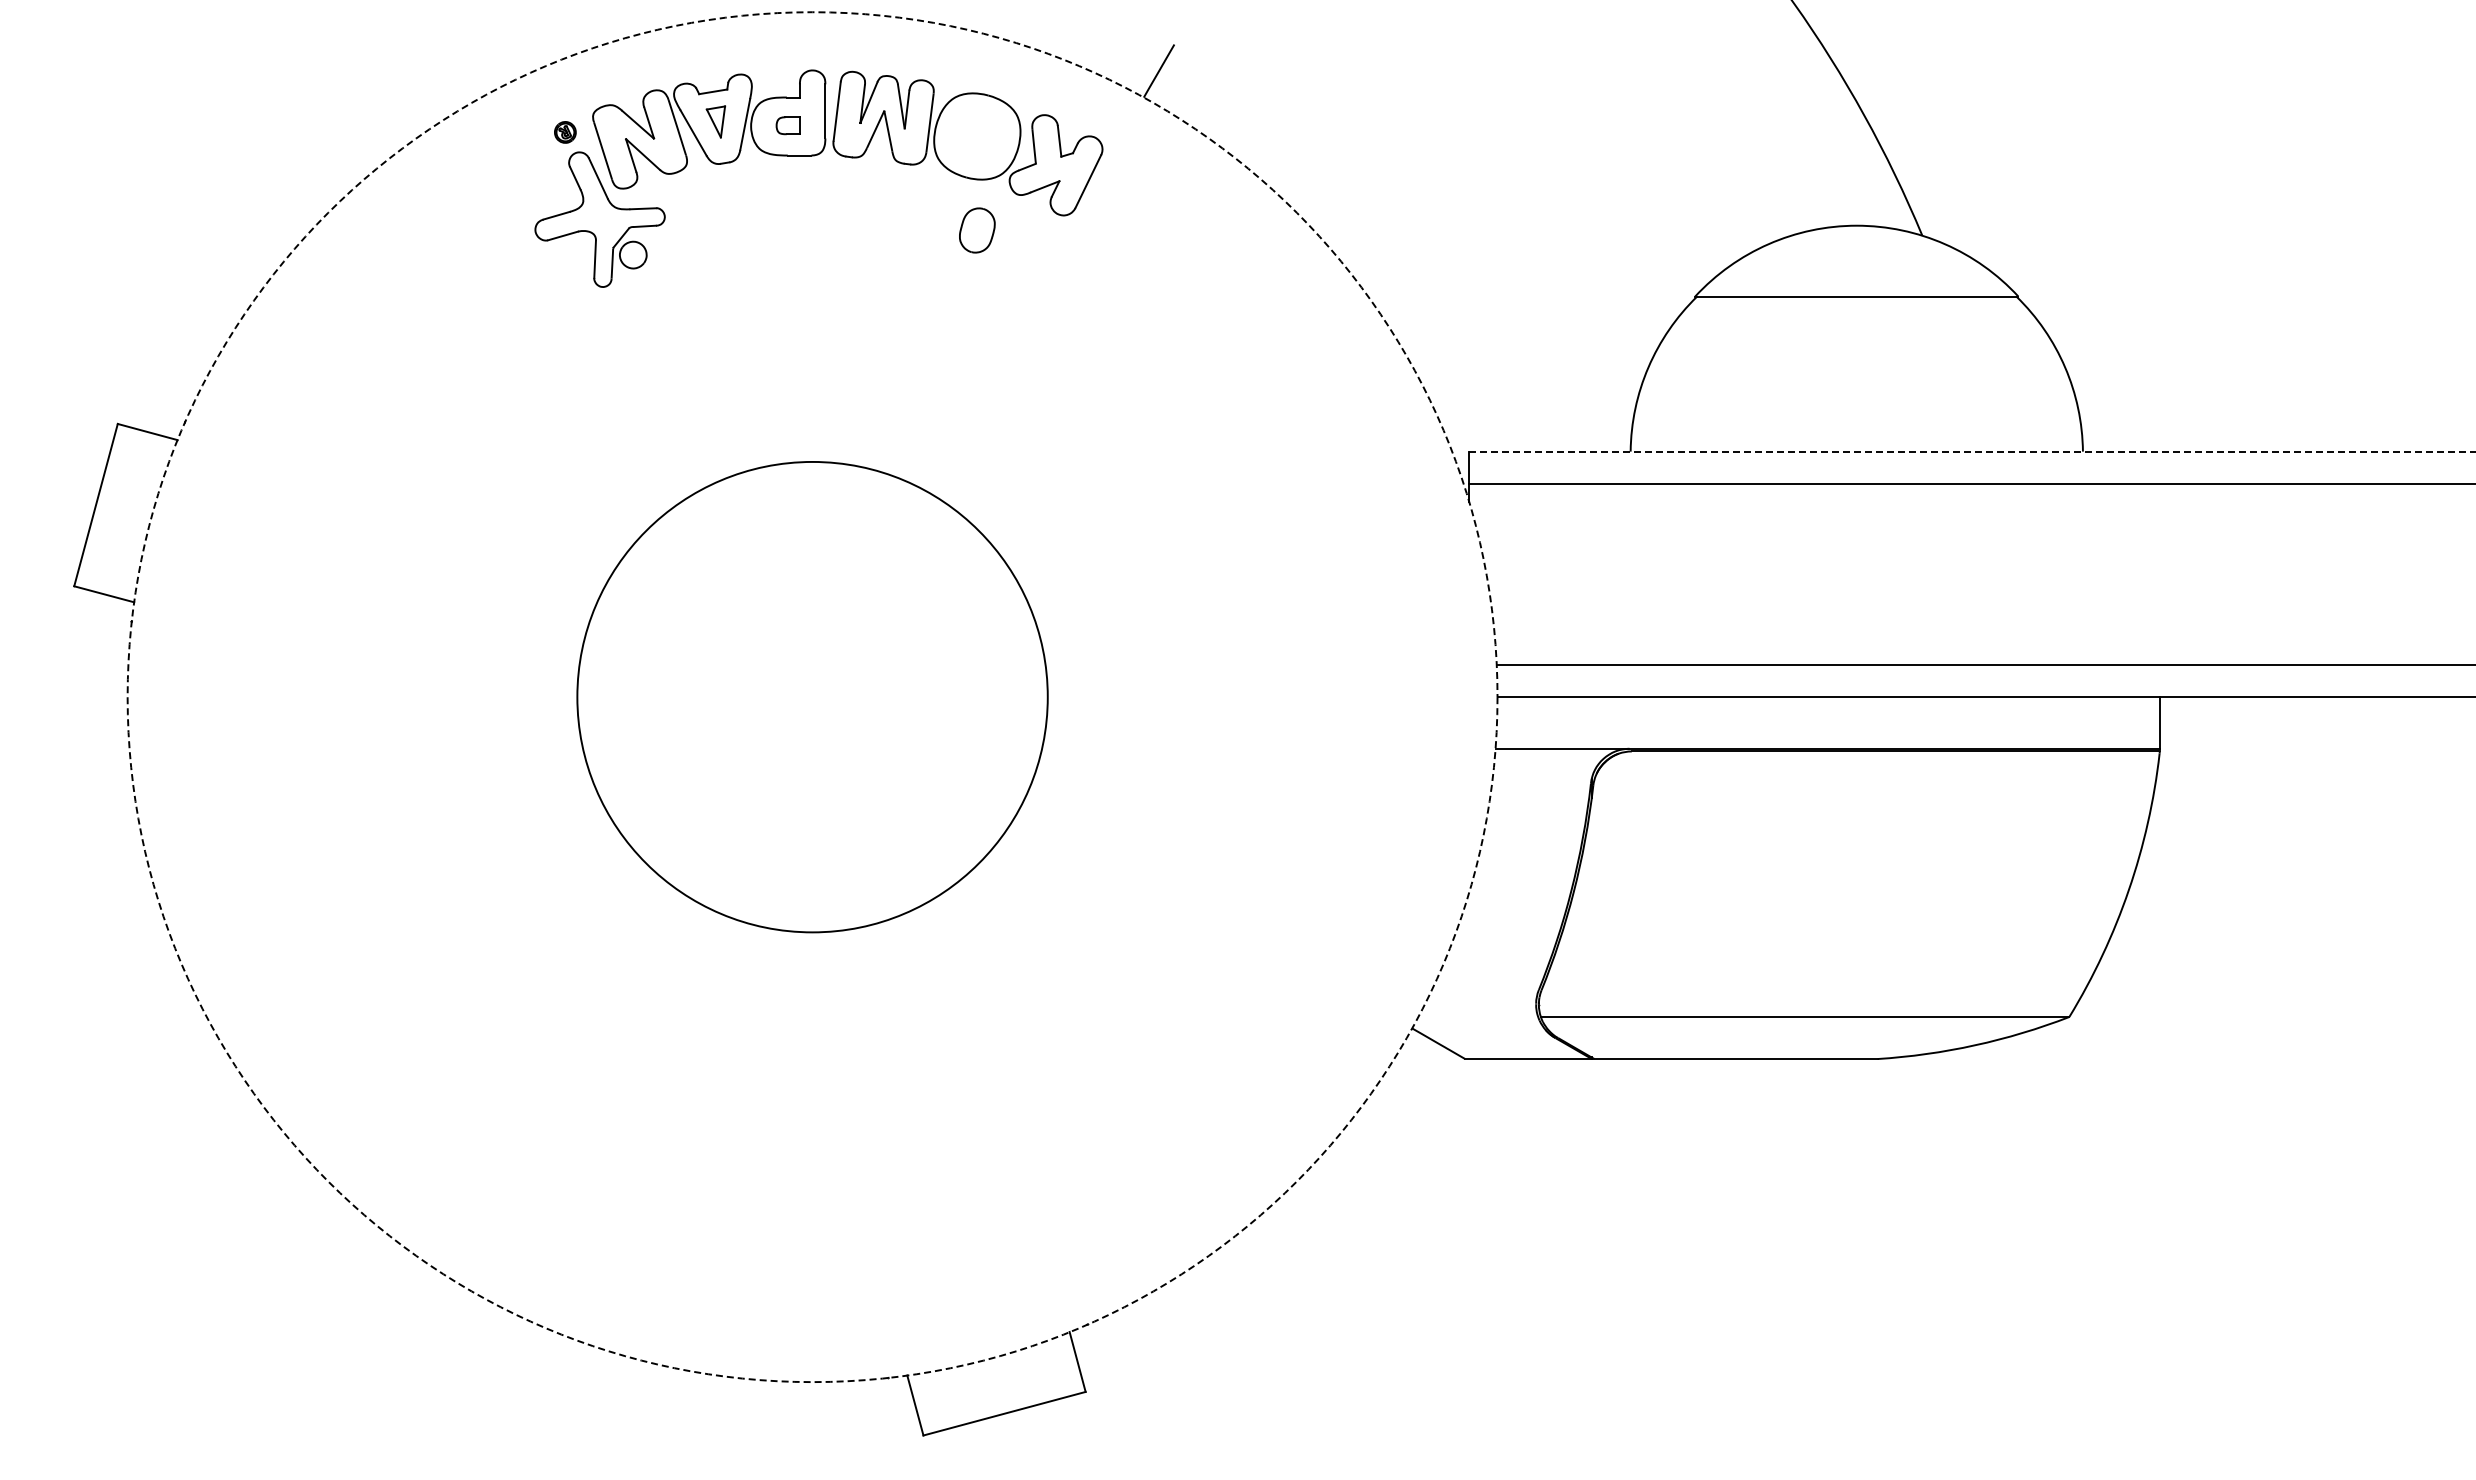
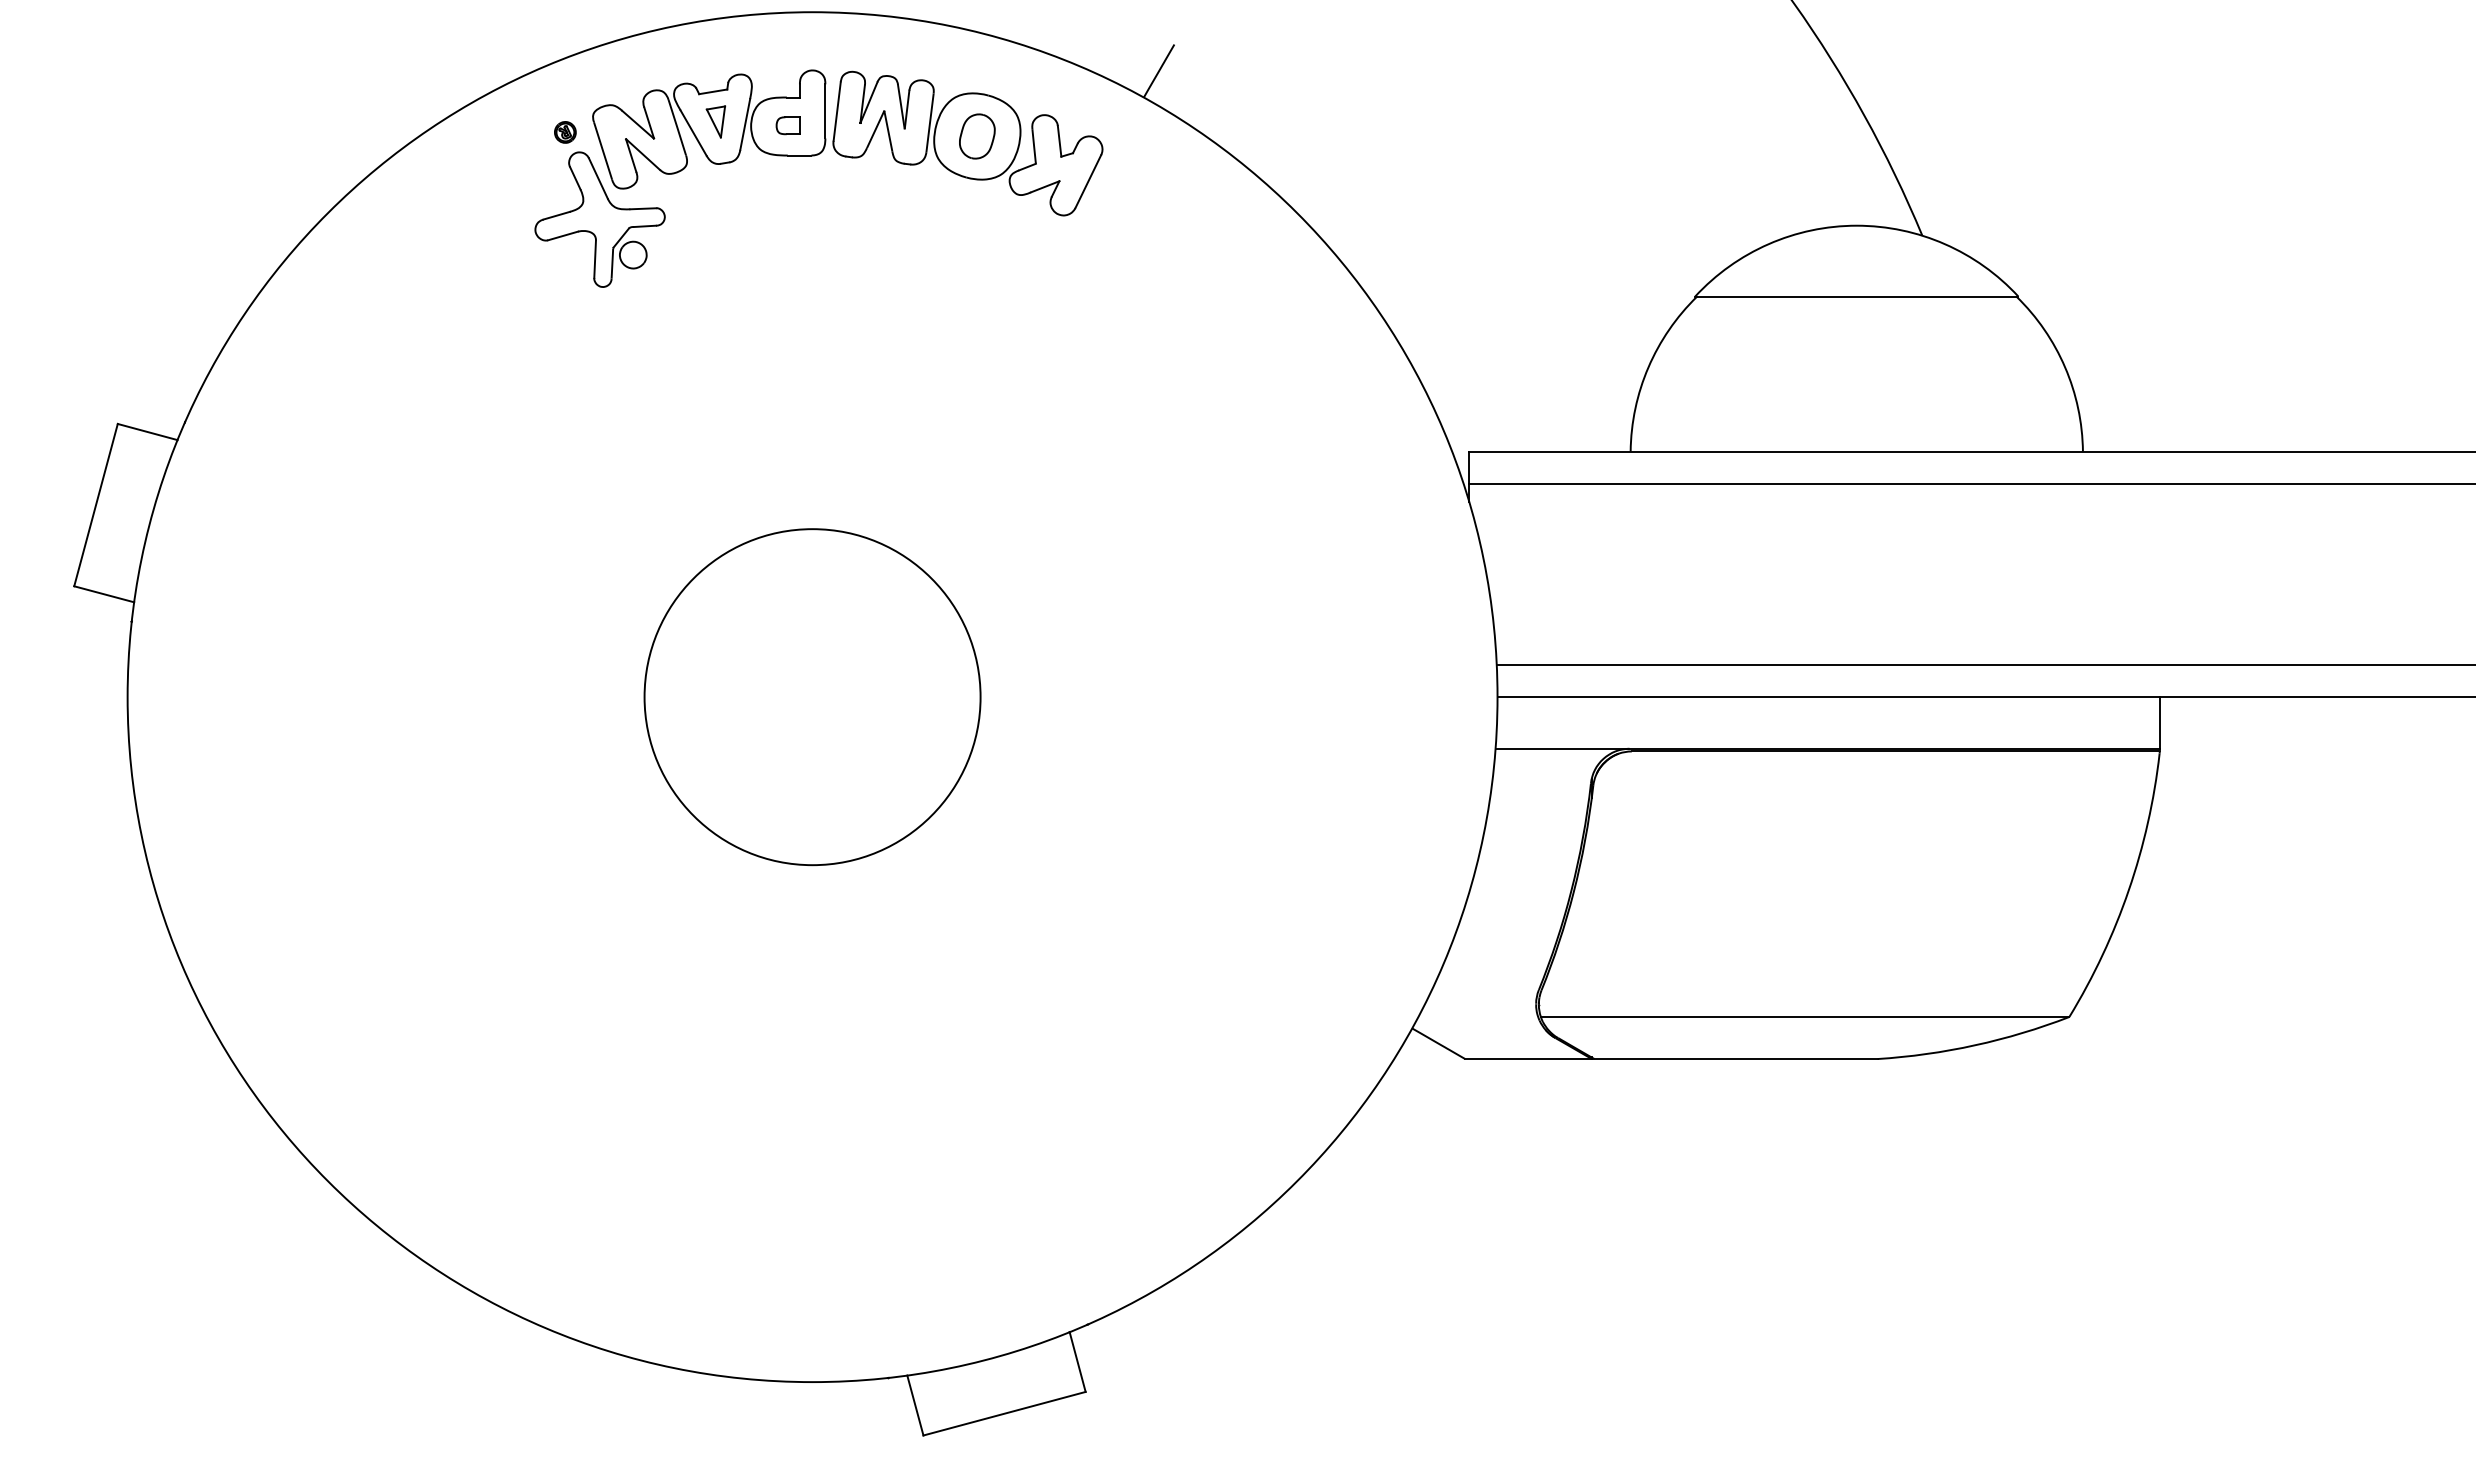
part at (977, 230) position: (977, 230) -> (977, 136)
line at (1973, 451): dashed -> solid
circle at (812, 696) diameter: 470 px -> 336 px
circle at (812, 697): dashed -> solid
